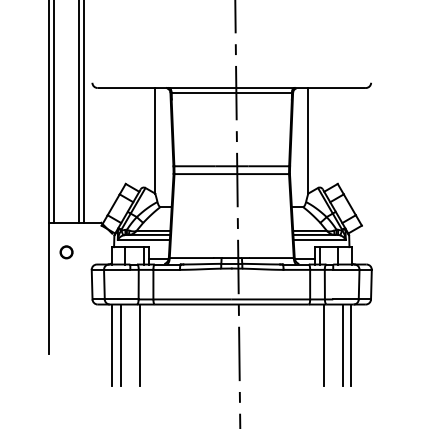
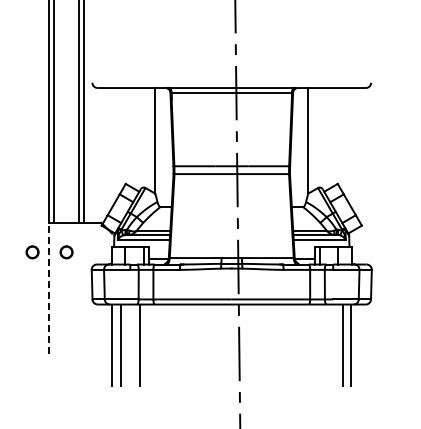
circle at (32, 252): none -> present
line at (49, 288): solid -> dashed
line at (323, 345): present -> none
